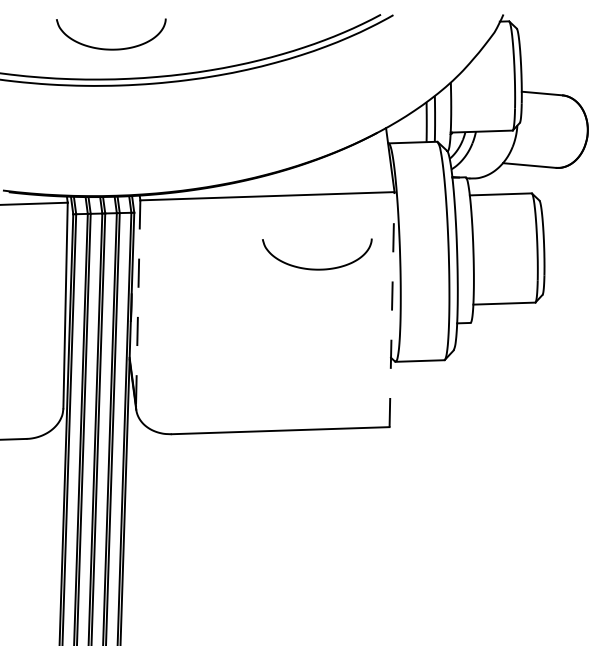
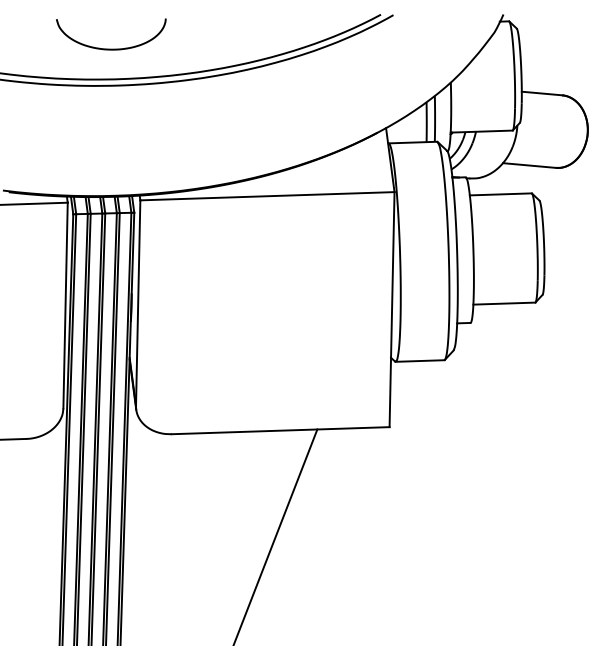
curve at (317, 268): present -> none
line at (138, 303): dashed -> solid
line at (392, 309): dashed -> solid
line at (275, 535): none -> present
